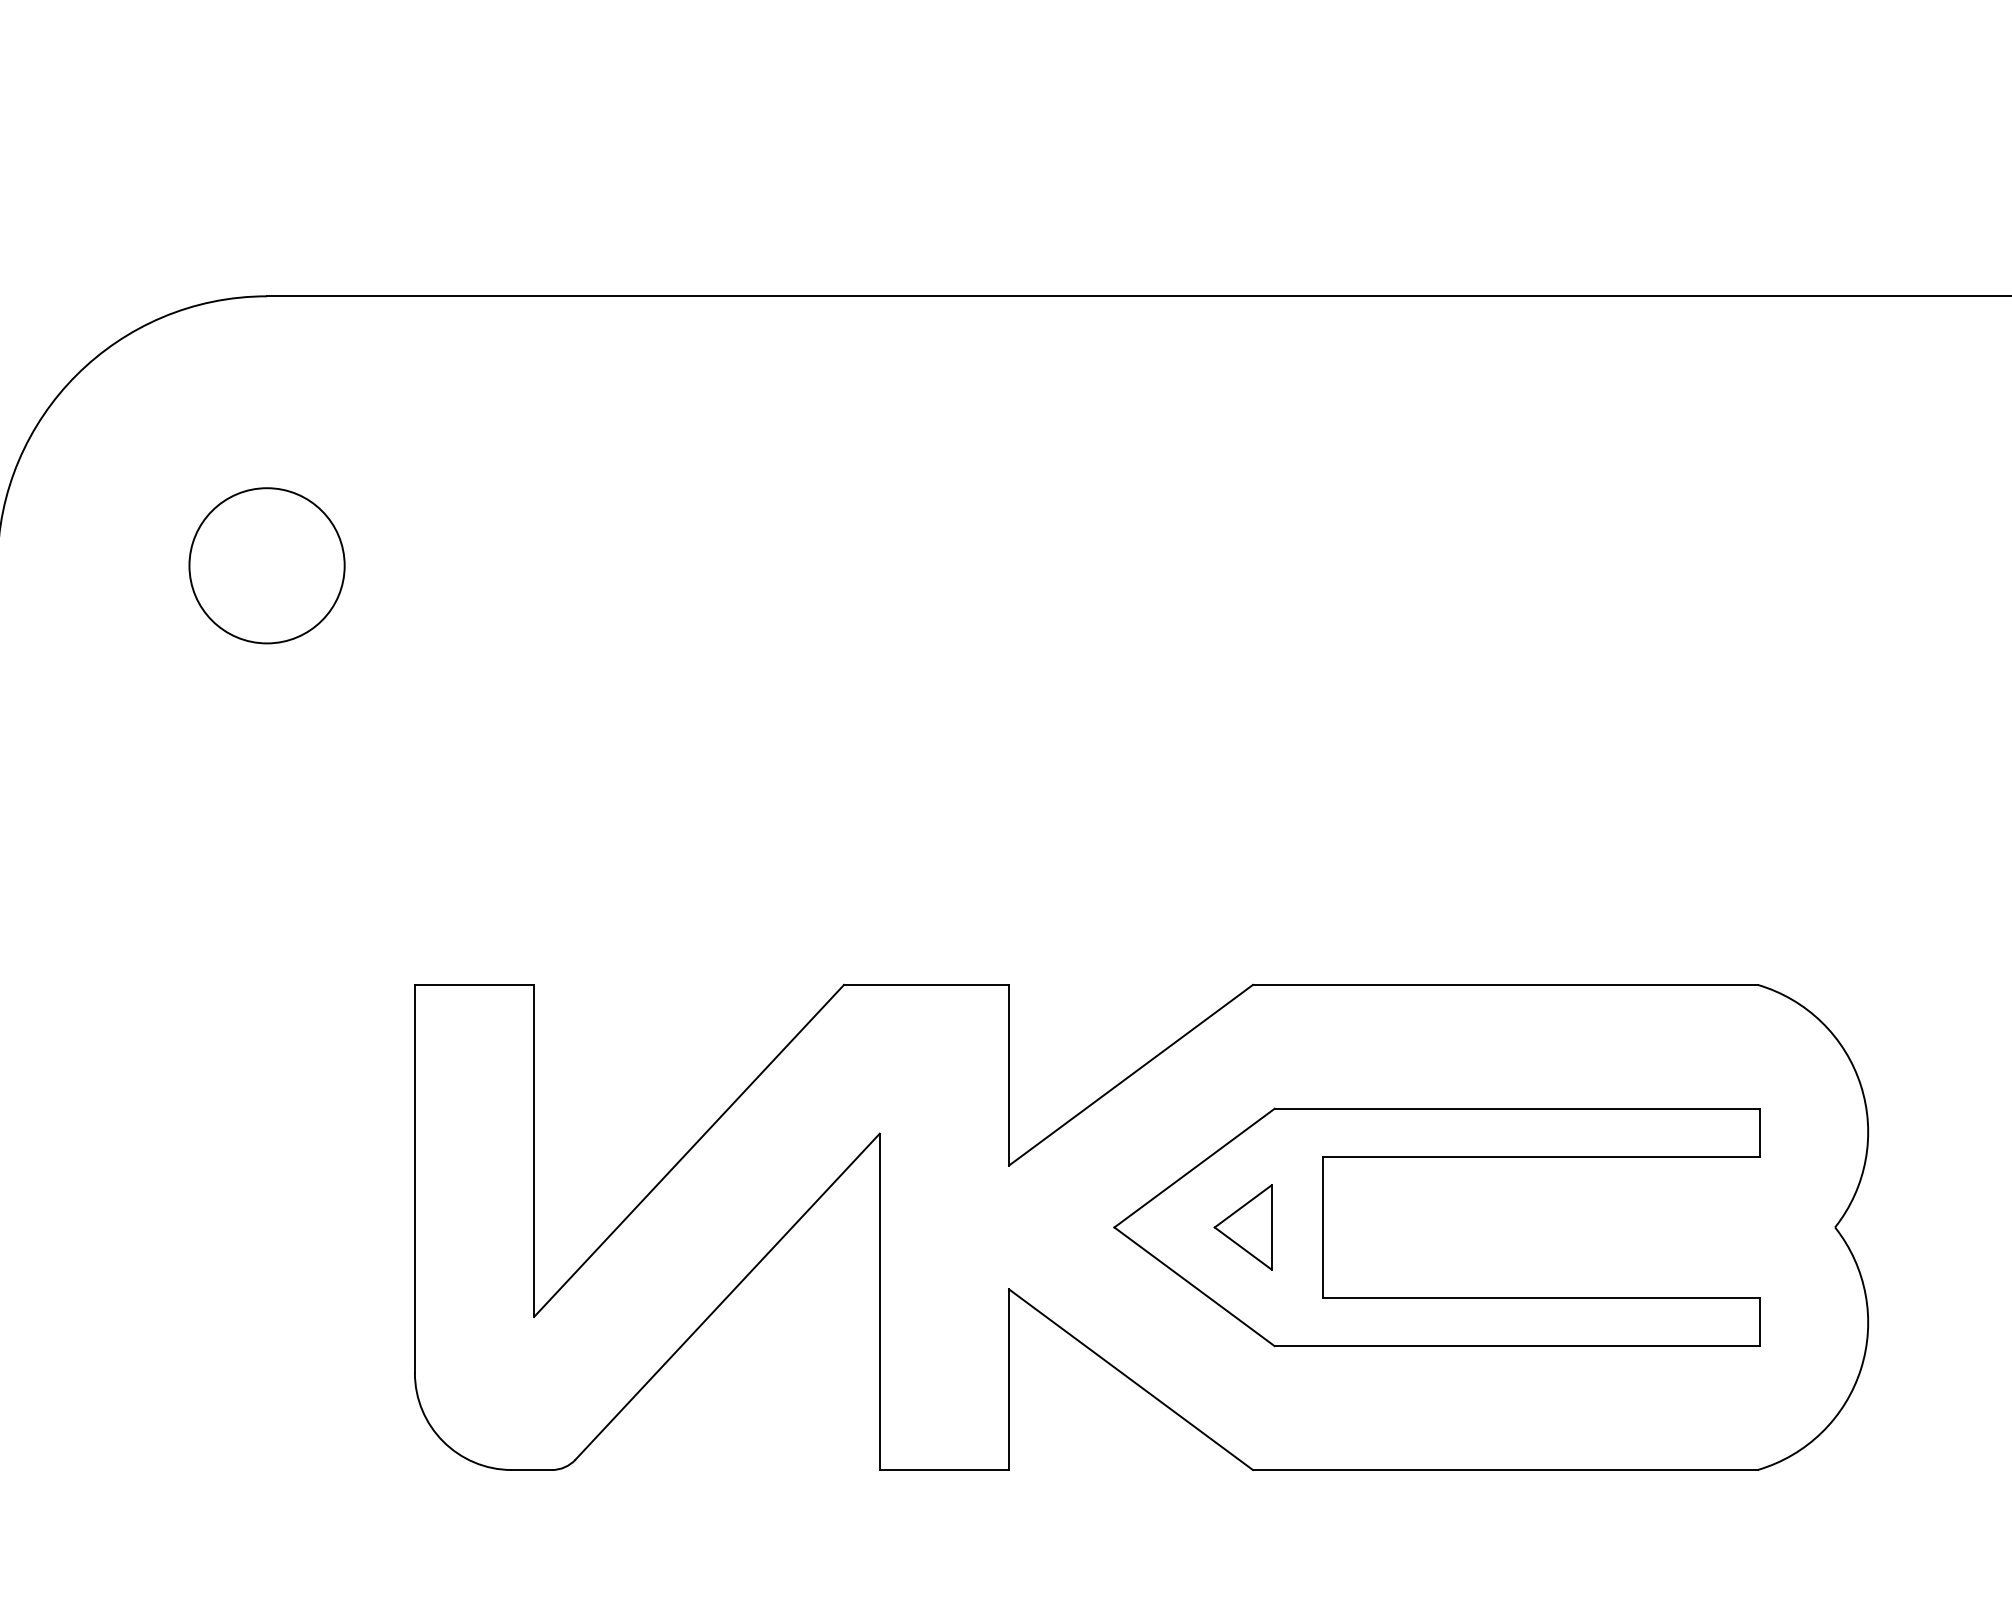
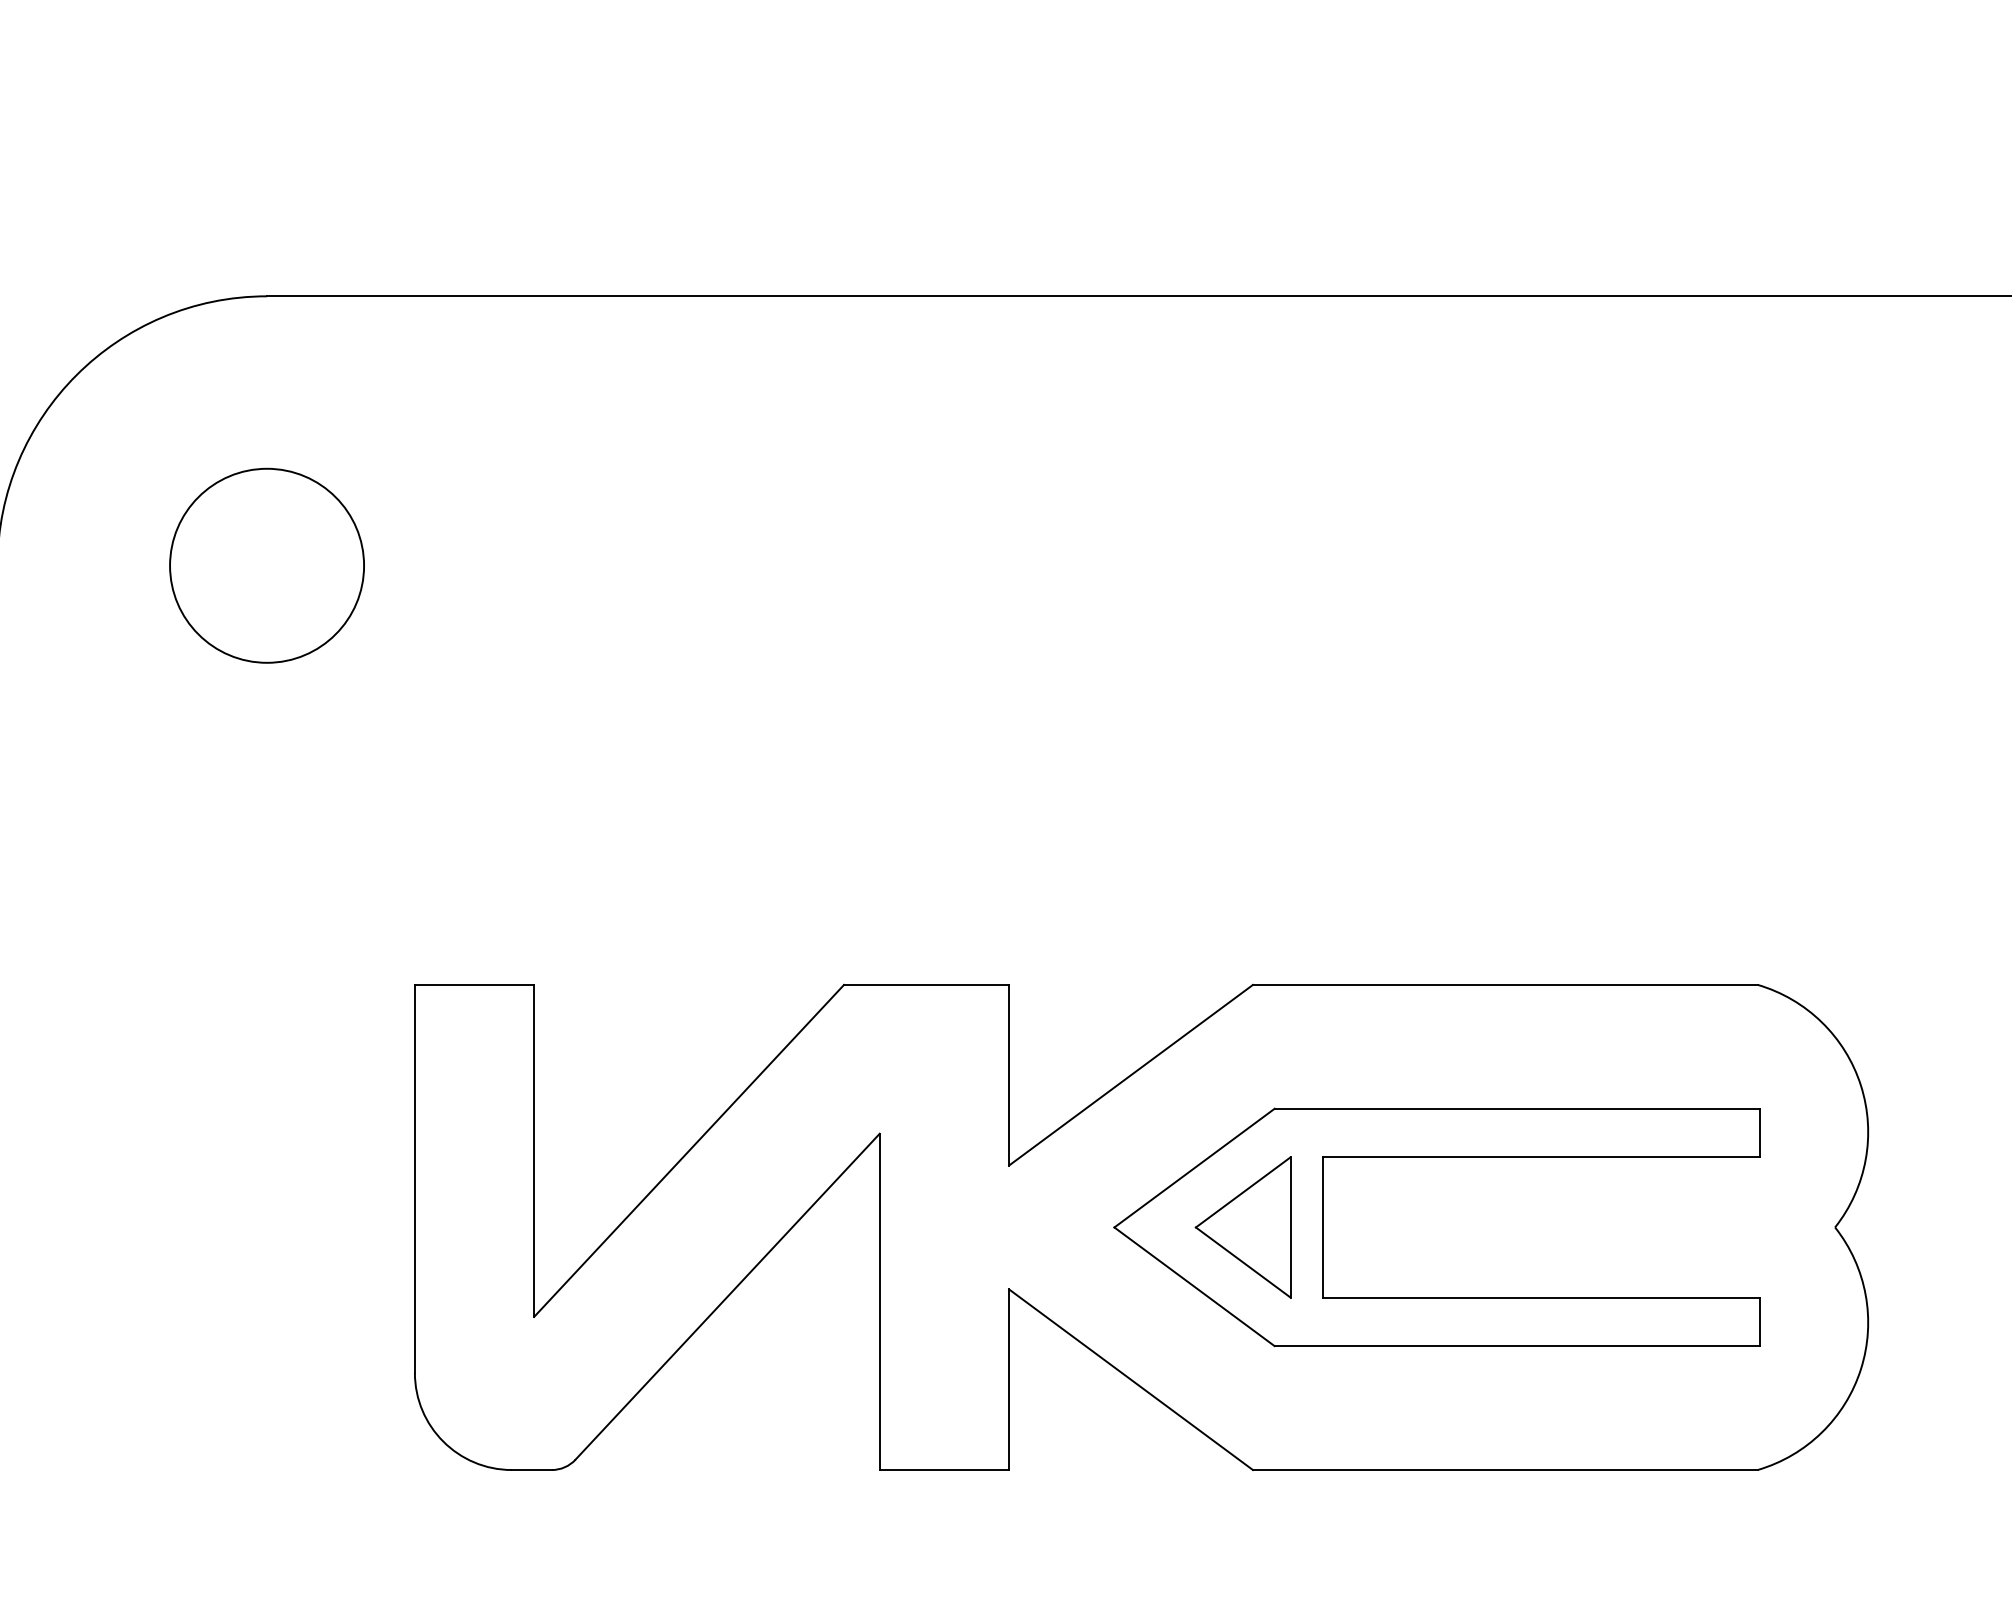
circle at (266, 565) diameter: 155 px -> 194 px
part at (1242, 1227) size: 60x87 px -> 98x143 px
